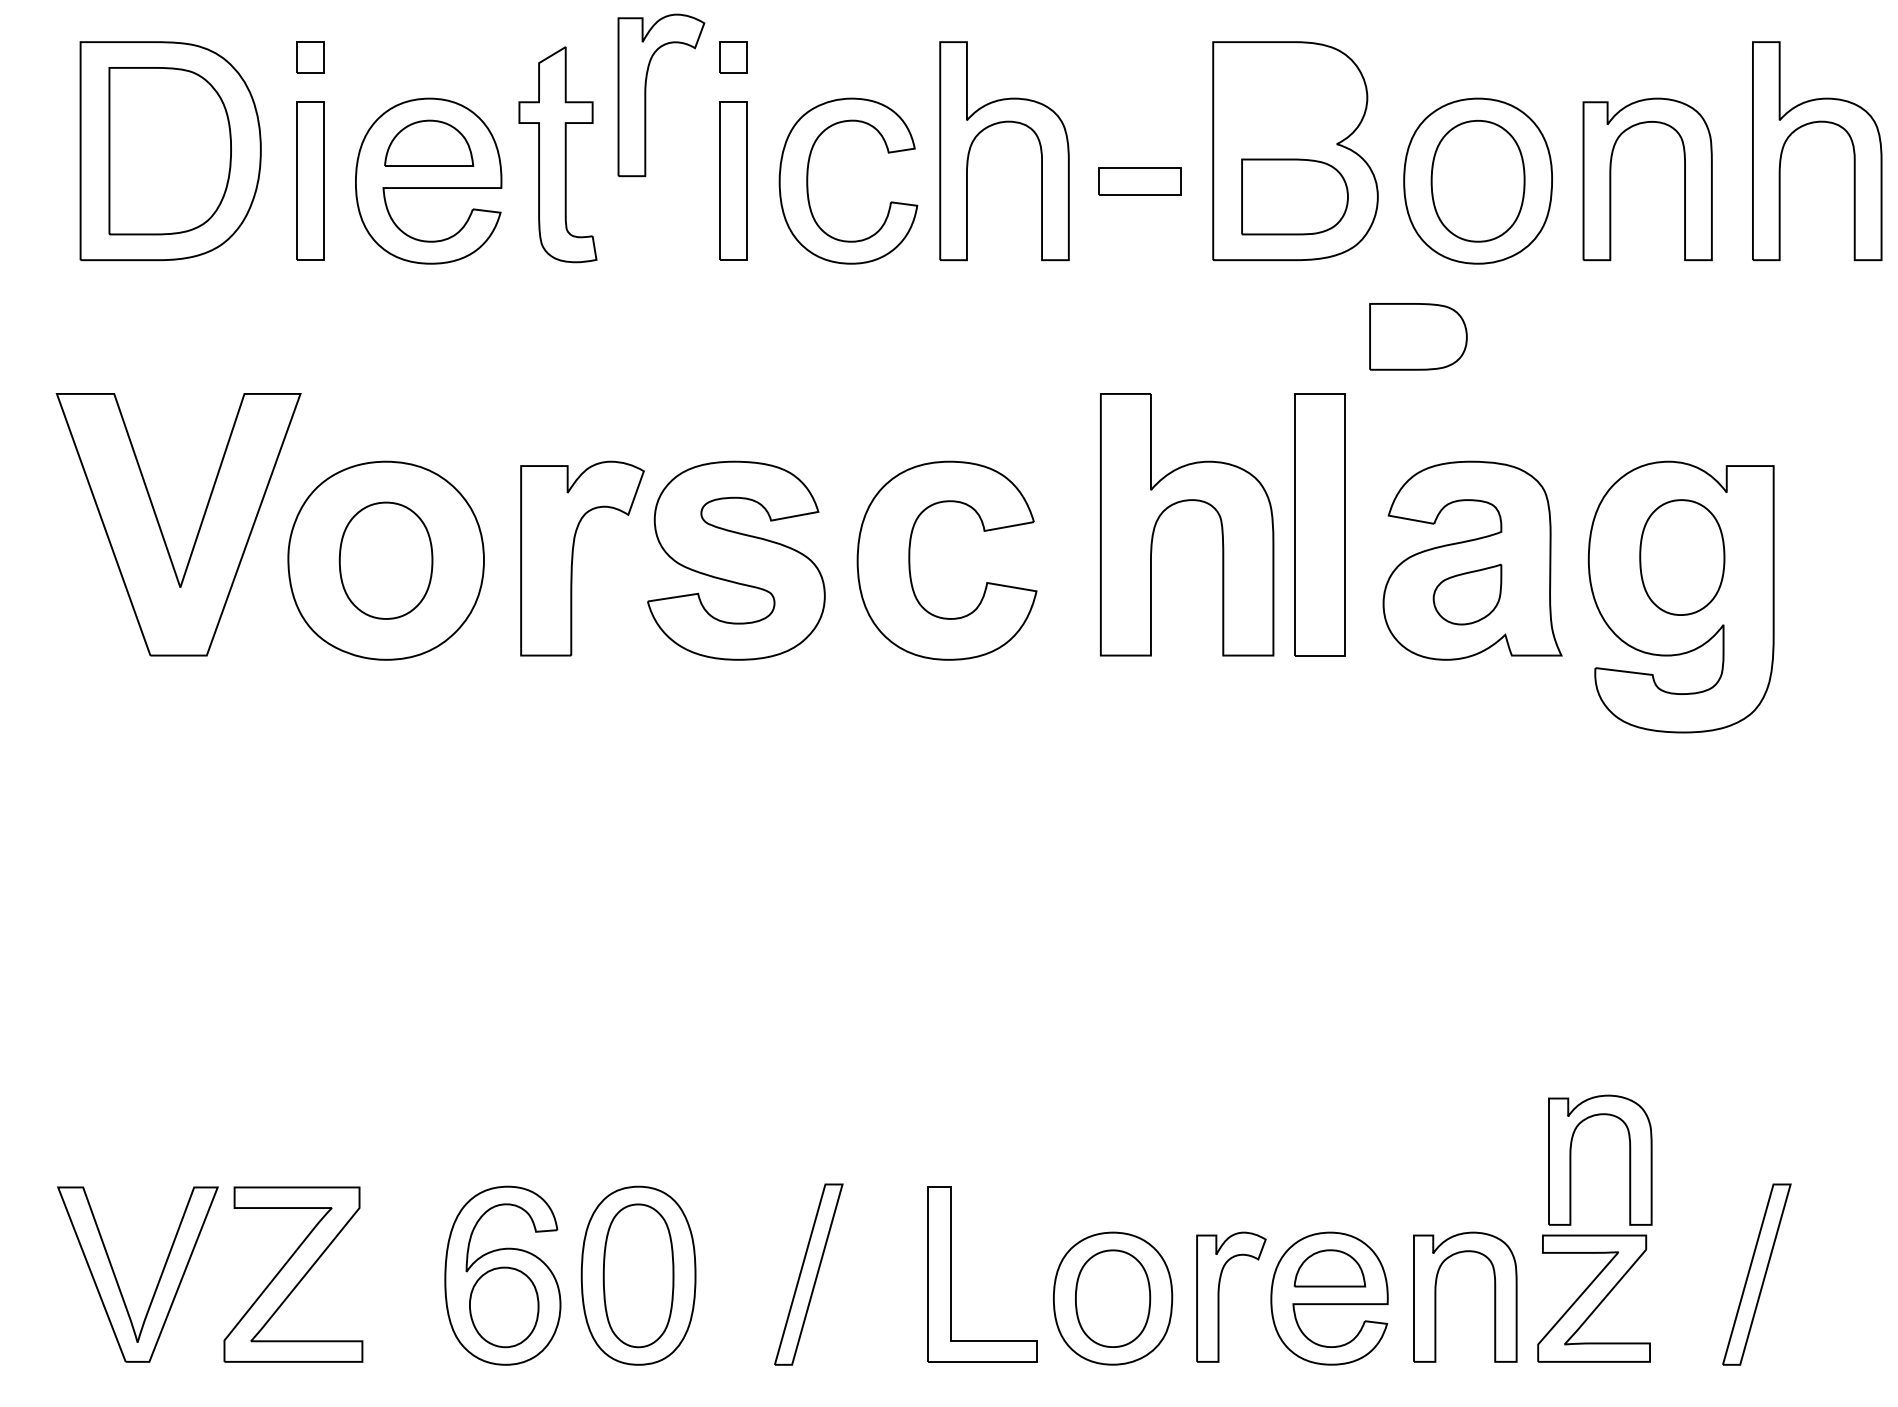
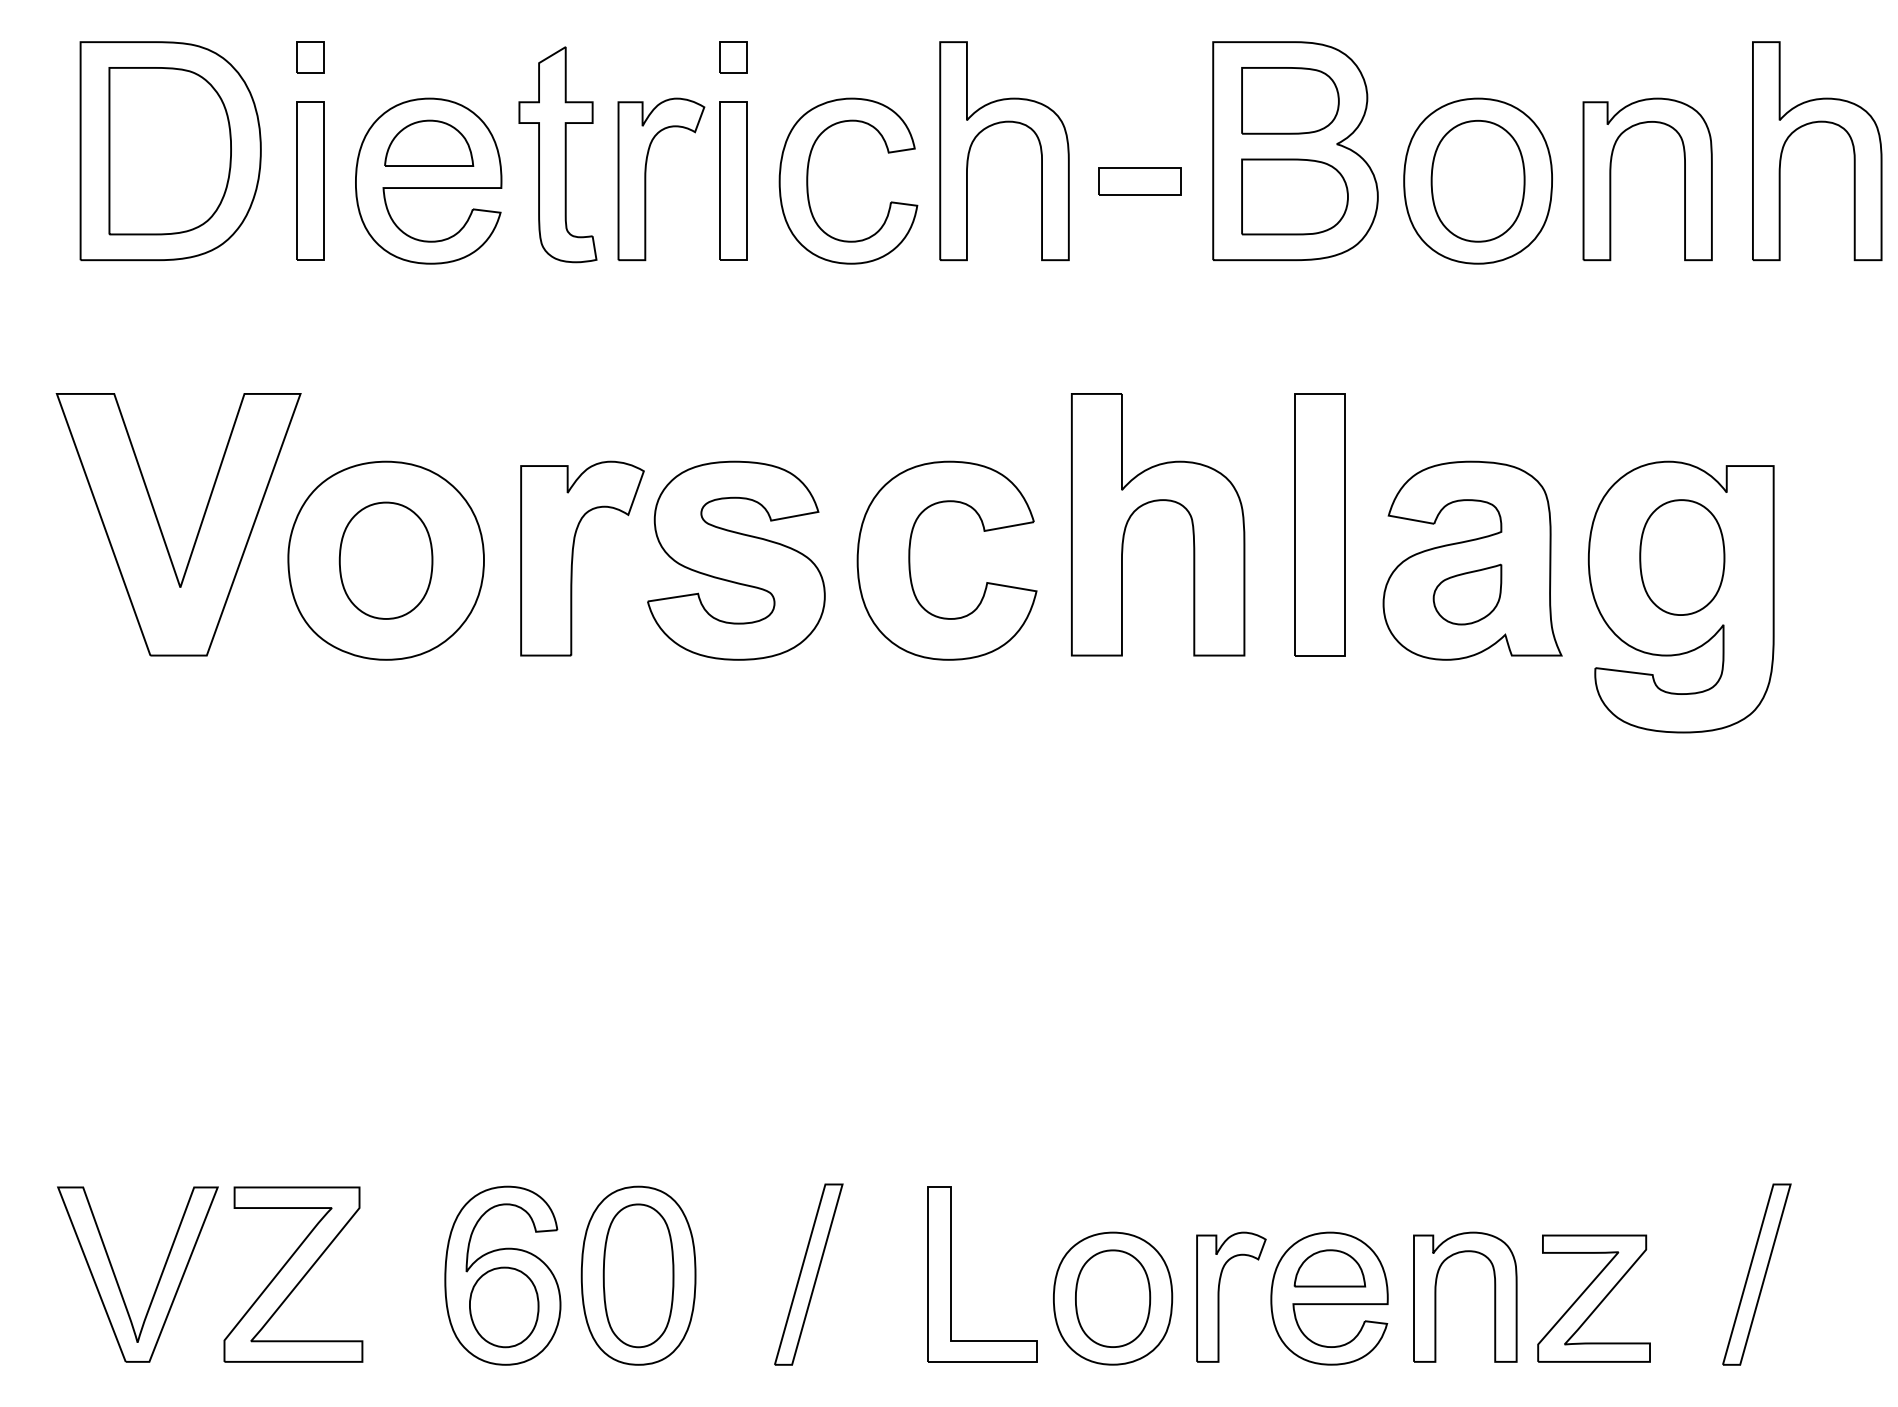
part at (646, 95) position: (646, 95) -> (646, 179)
part at (1418, 336) position: (1418, 336) -> (1290, 100)
part at (1182, 502) position: (1182, 502) -> (1153, 502)
part at (1571, 1159): present -> none
